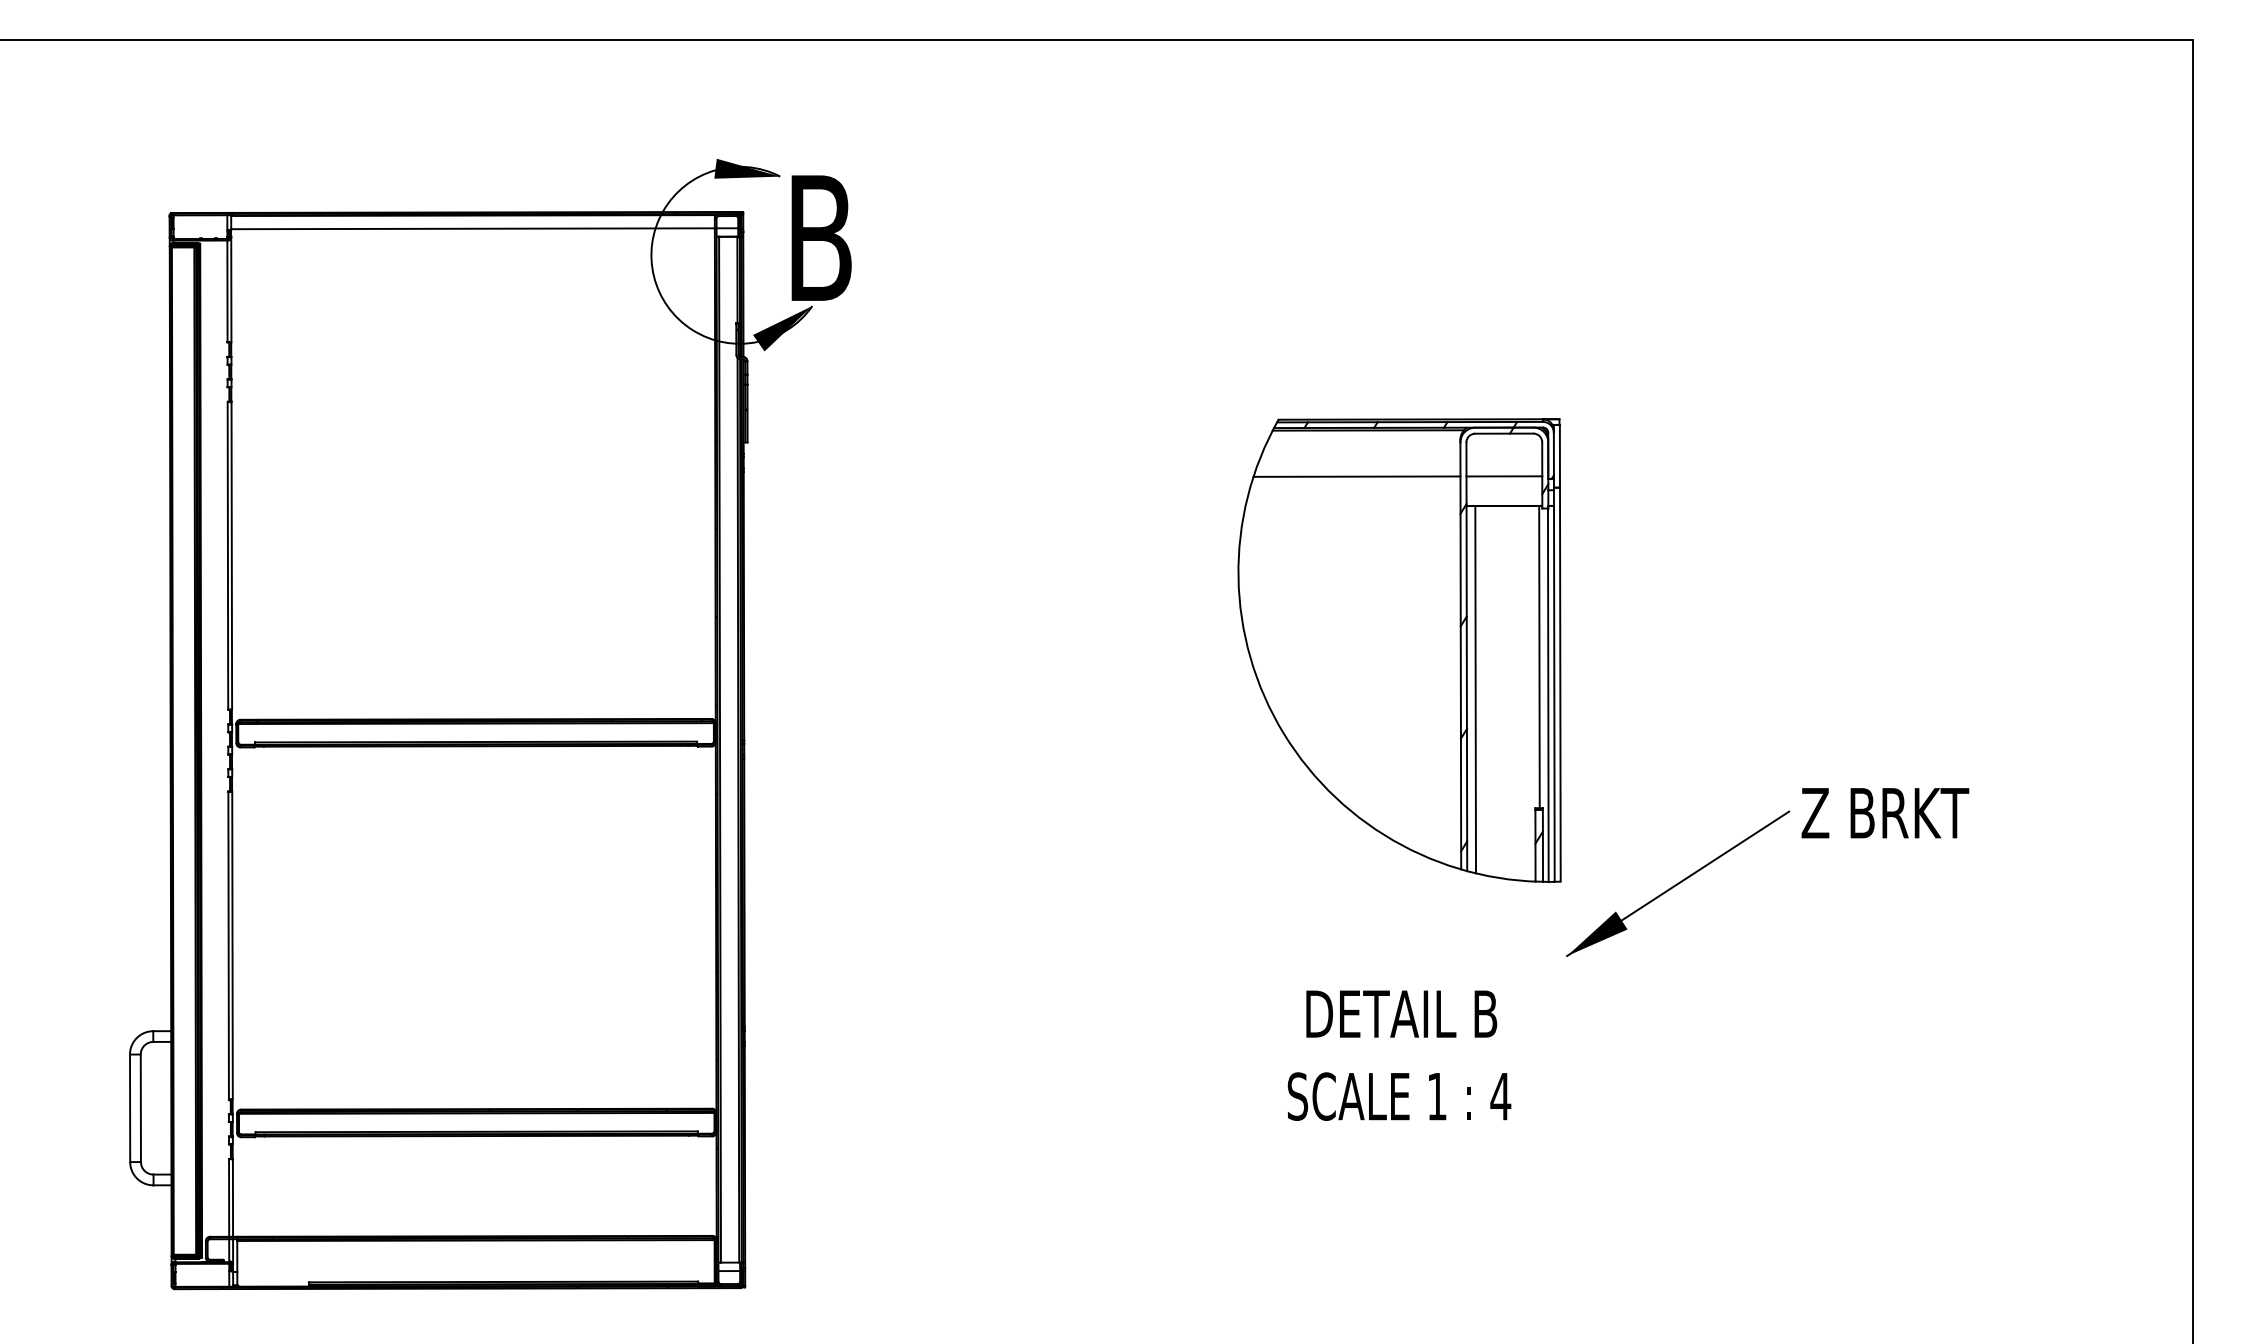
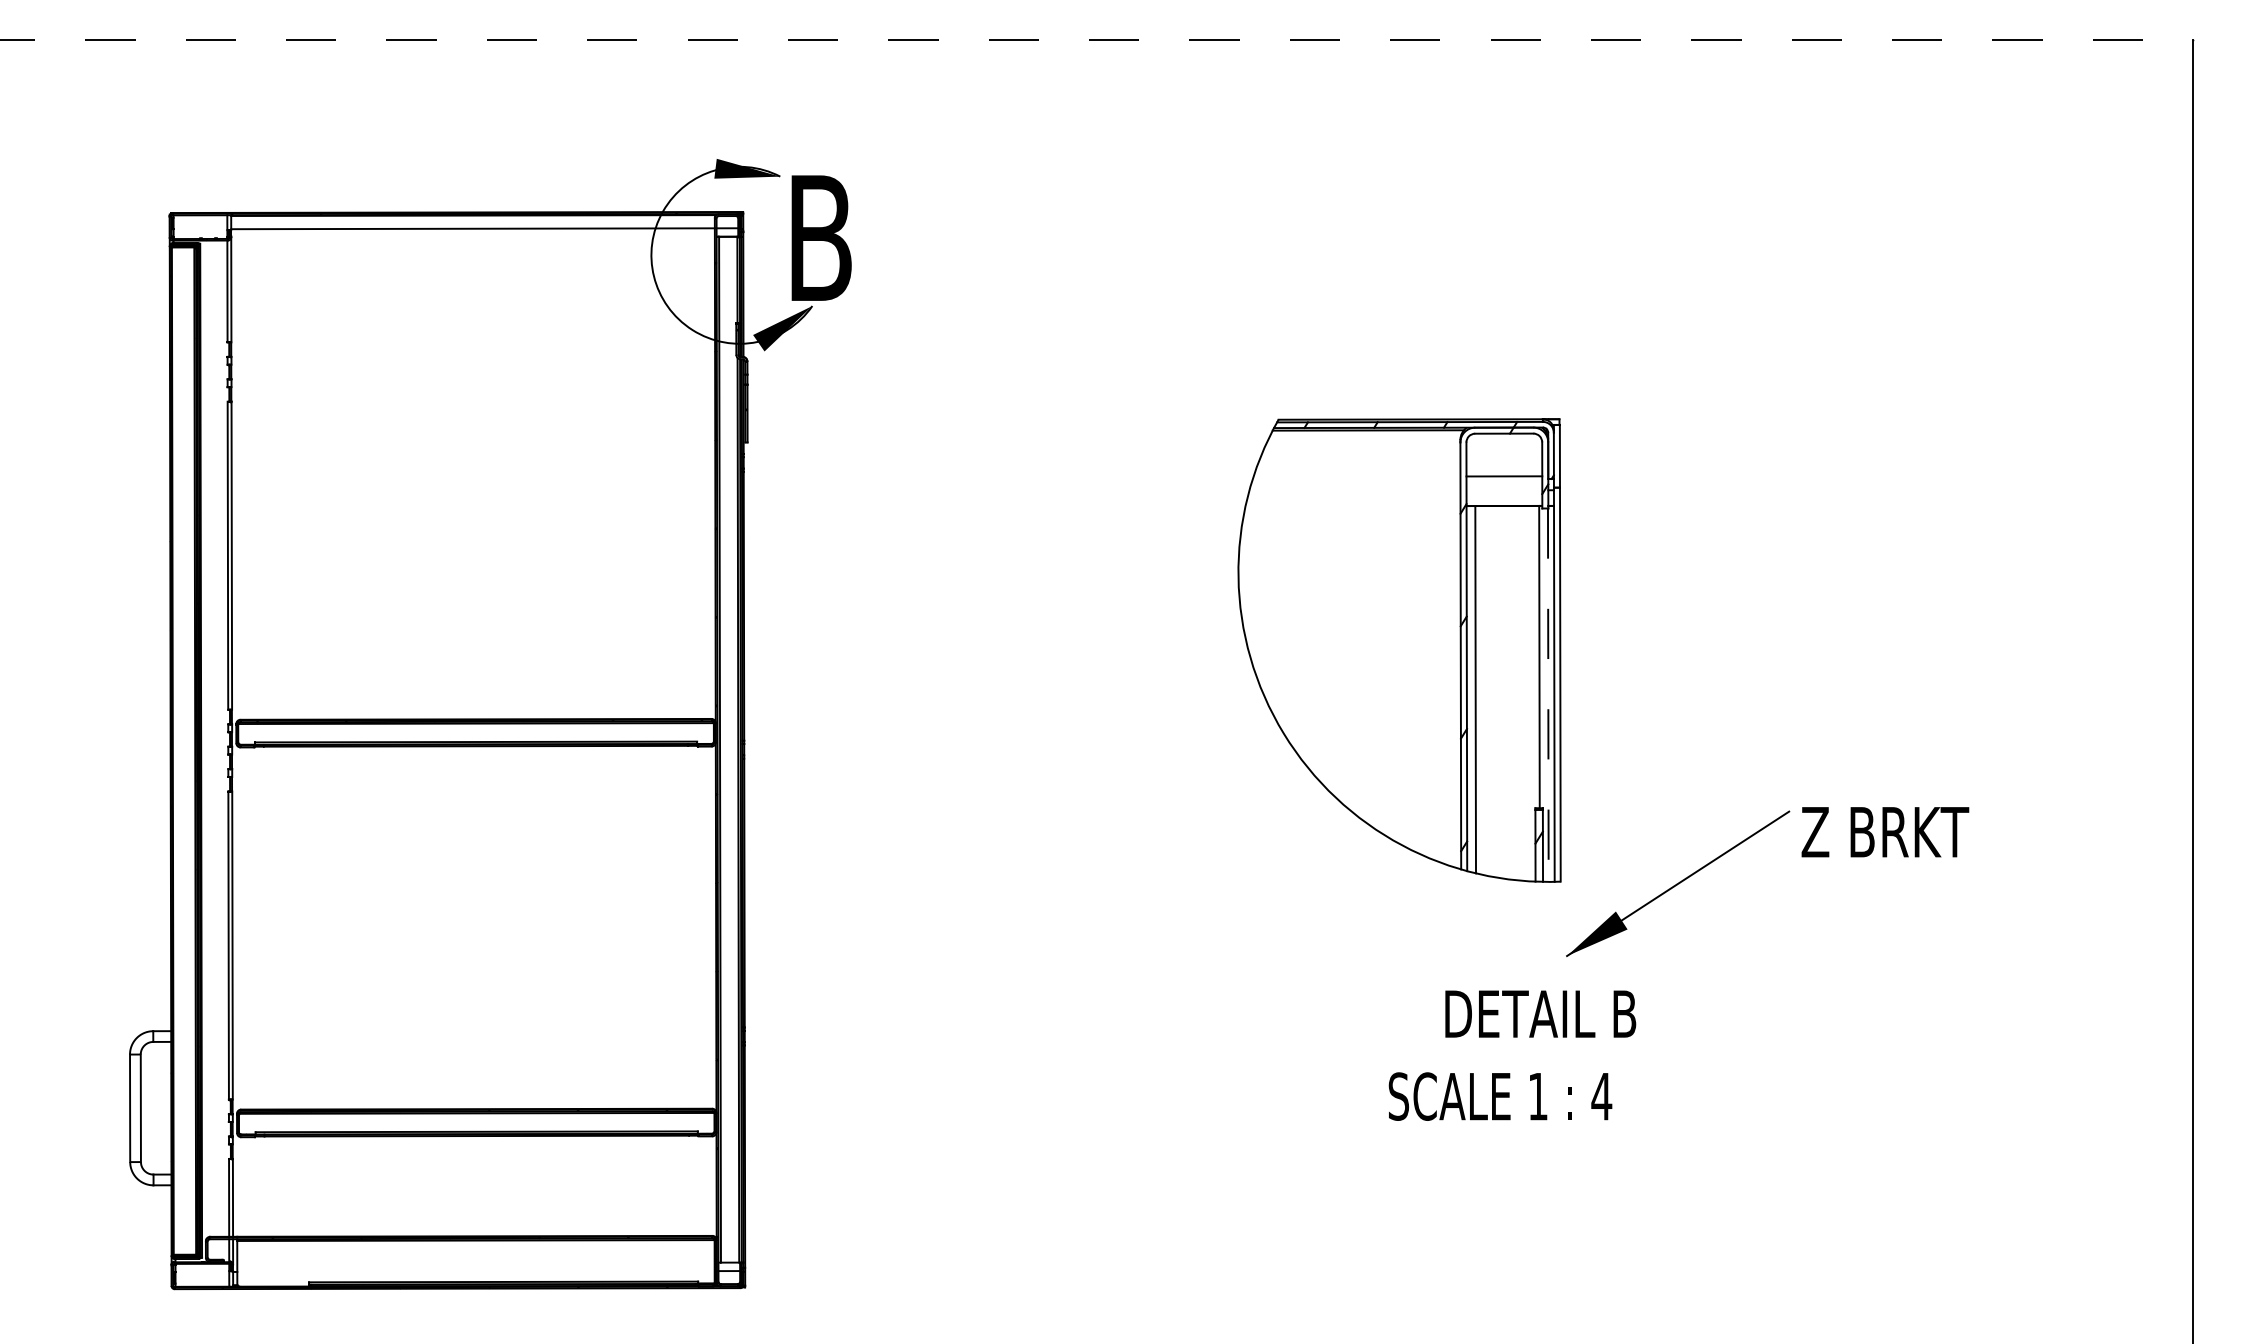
line at (1097, 40): solid -> dashed
line at (1356, 476): present -> none
line at (1548, 695): solid -> dashed
text at (1885, 813) position: (1885, 813) -> (1885, 832)
text at (1401, 1013) position: (1401, 1013) -> (1540, 1013)
text at (1399, 1096) position: (1399, 1096) -> (1500, 1096)
